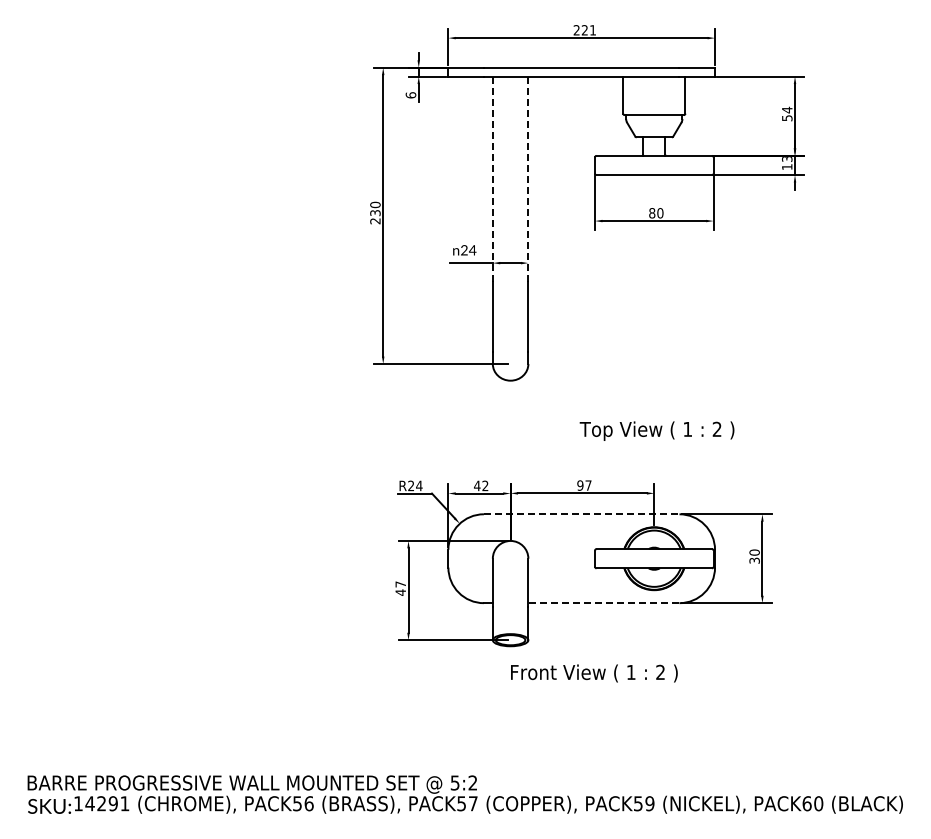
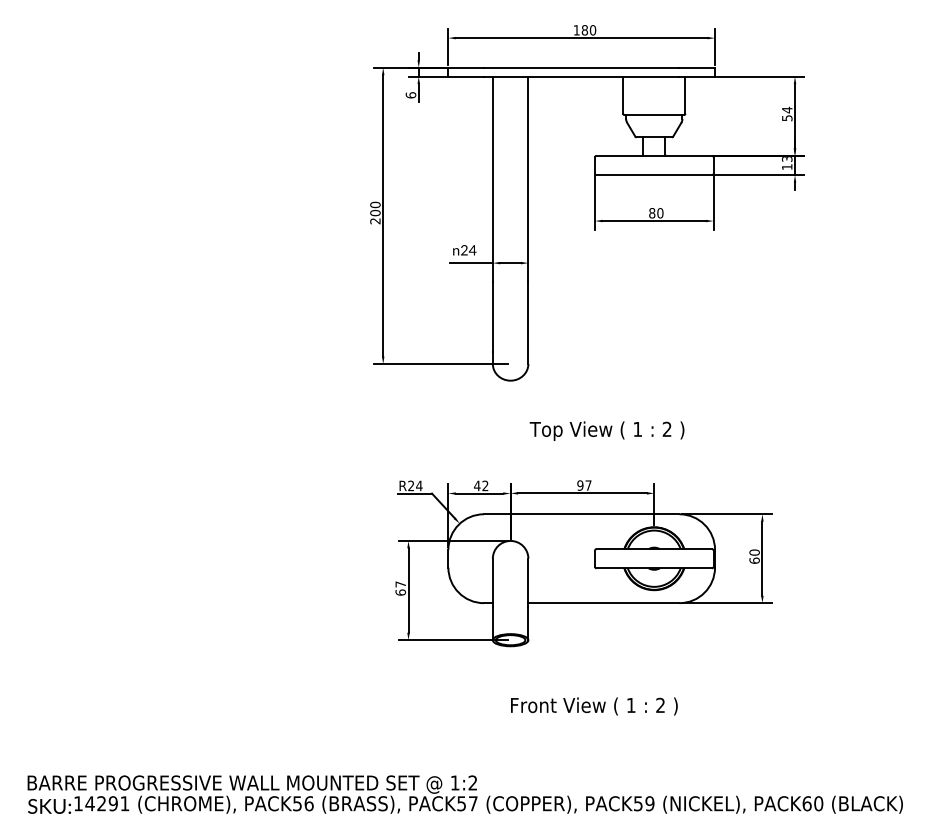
text at (584, 30): 221 -> 180
line at (492, 179): dashed -> solid
line at (528, 179): dashed -> solid
text at (375, 212): 230 -> 200
text at (656, 430) position: (656, 430) -> (606, 430)
line at (581, 514): dashed -> solid
text at (754, 560): 30 -> 60
text at (400, 592): 47 -> 67
line at (603, 603): dashed -> solid
text at (594, 673) position: (594, 673) -> (594, 706)
text at (454, 782): 5:2 -> 1:2
